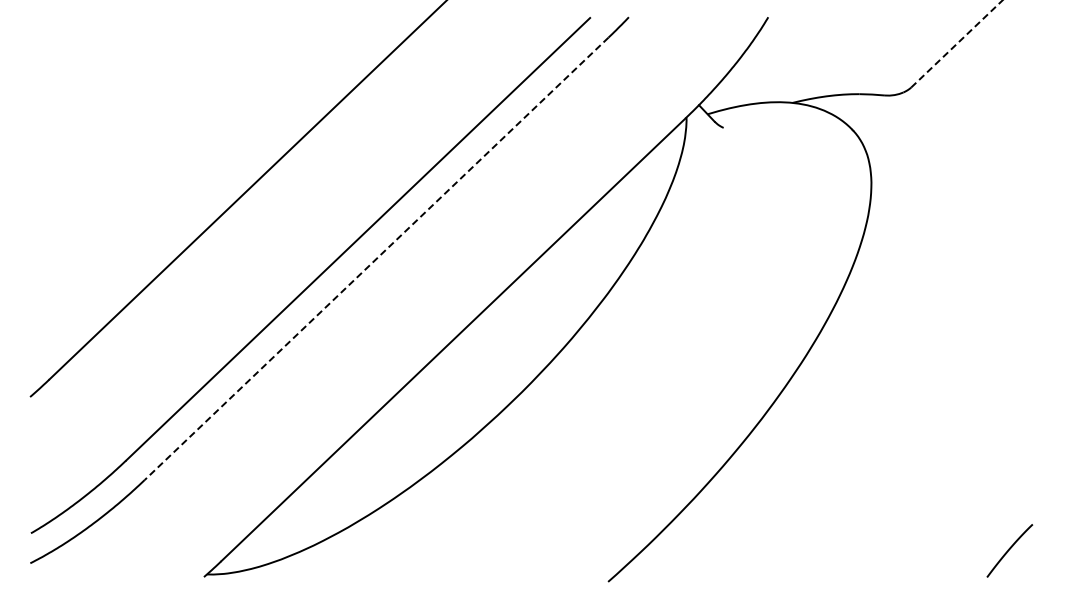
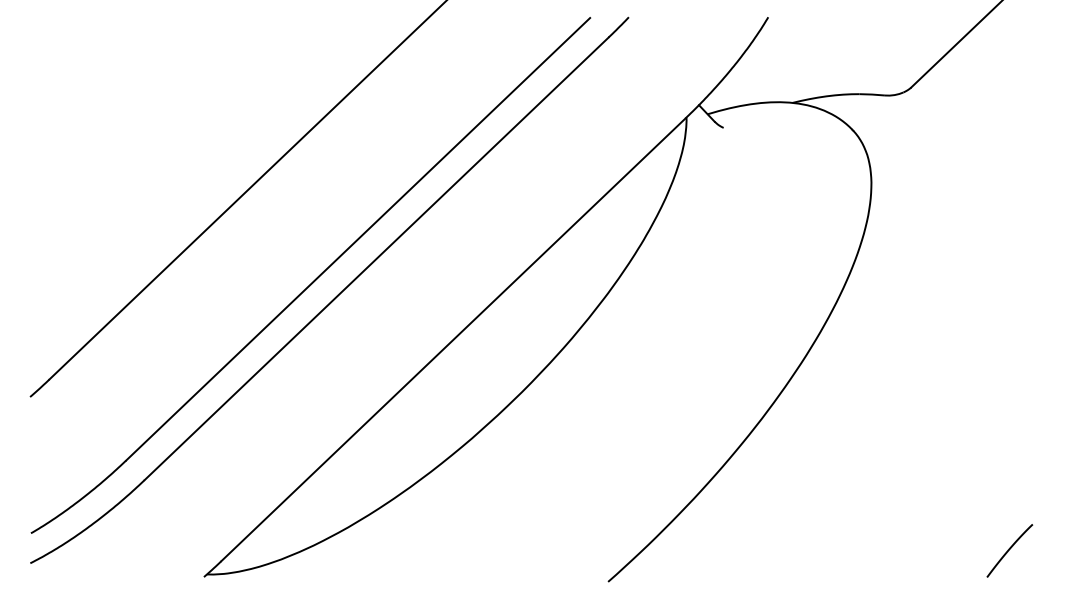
line at (957, 43): dashed -> solid
line at (376, 258): dashed -> solid
